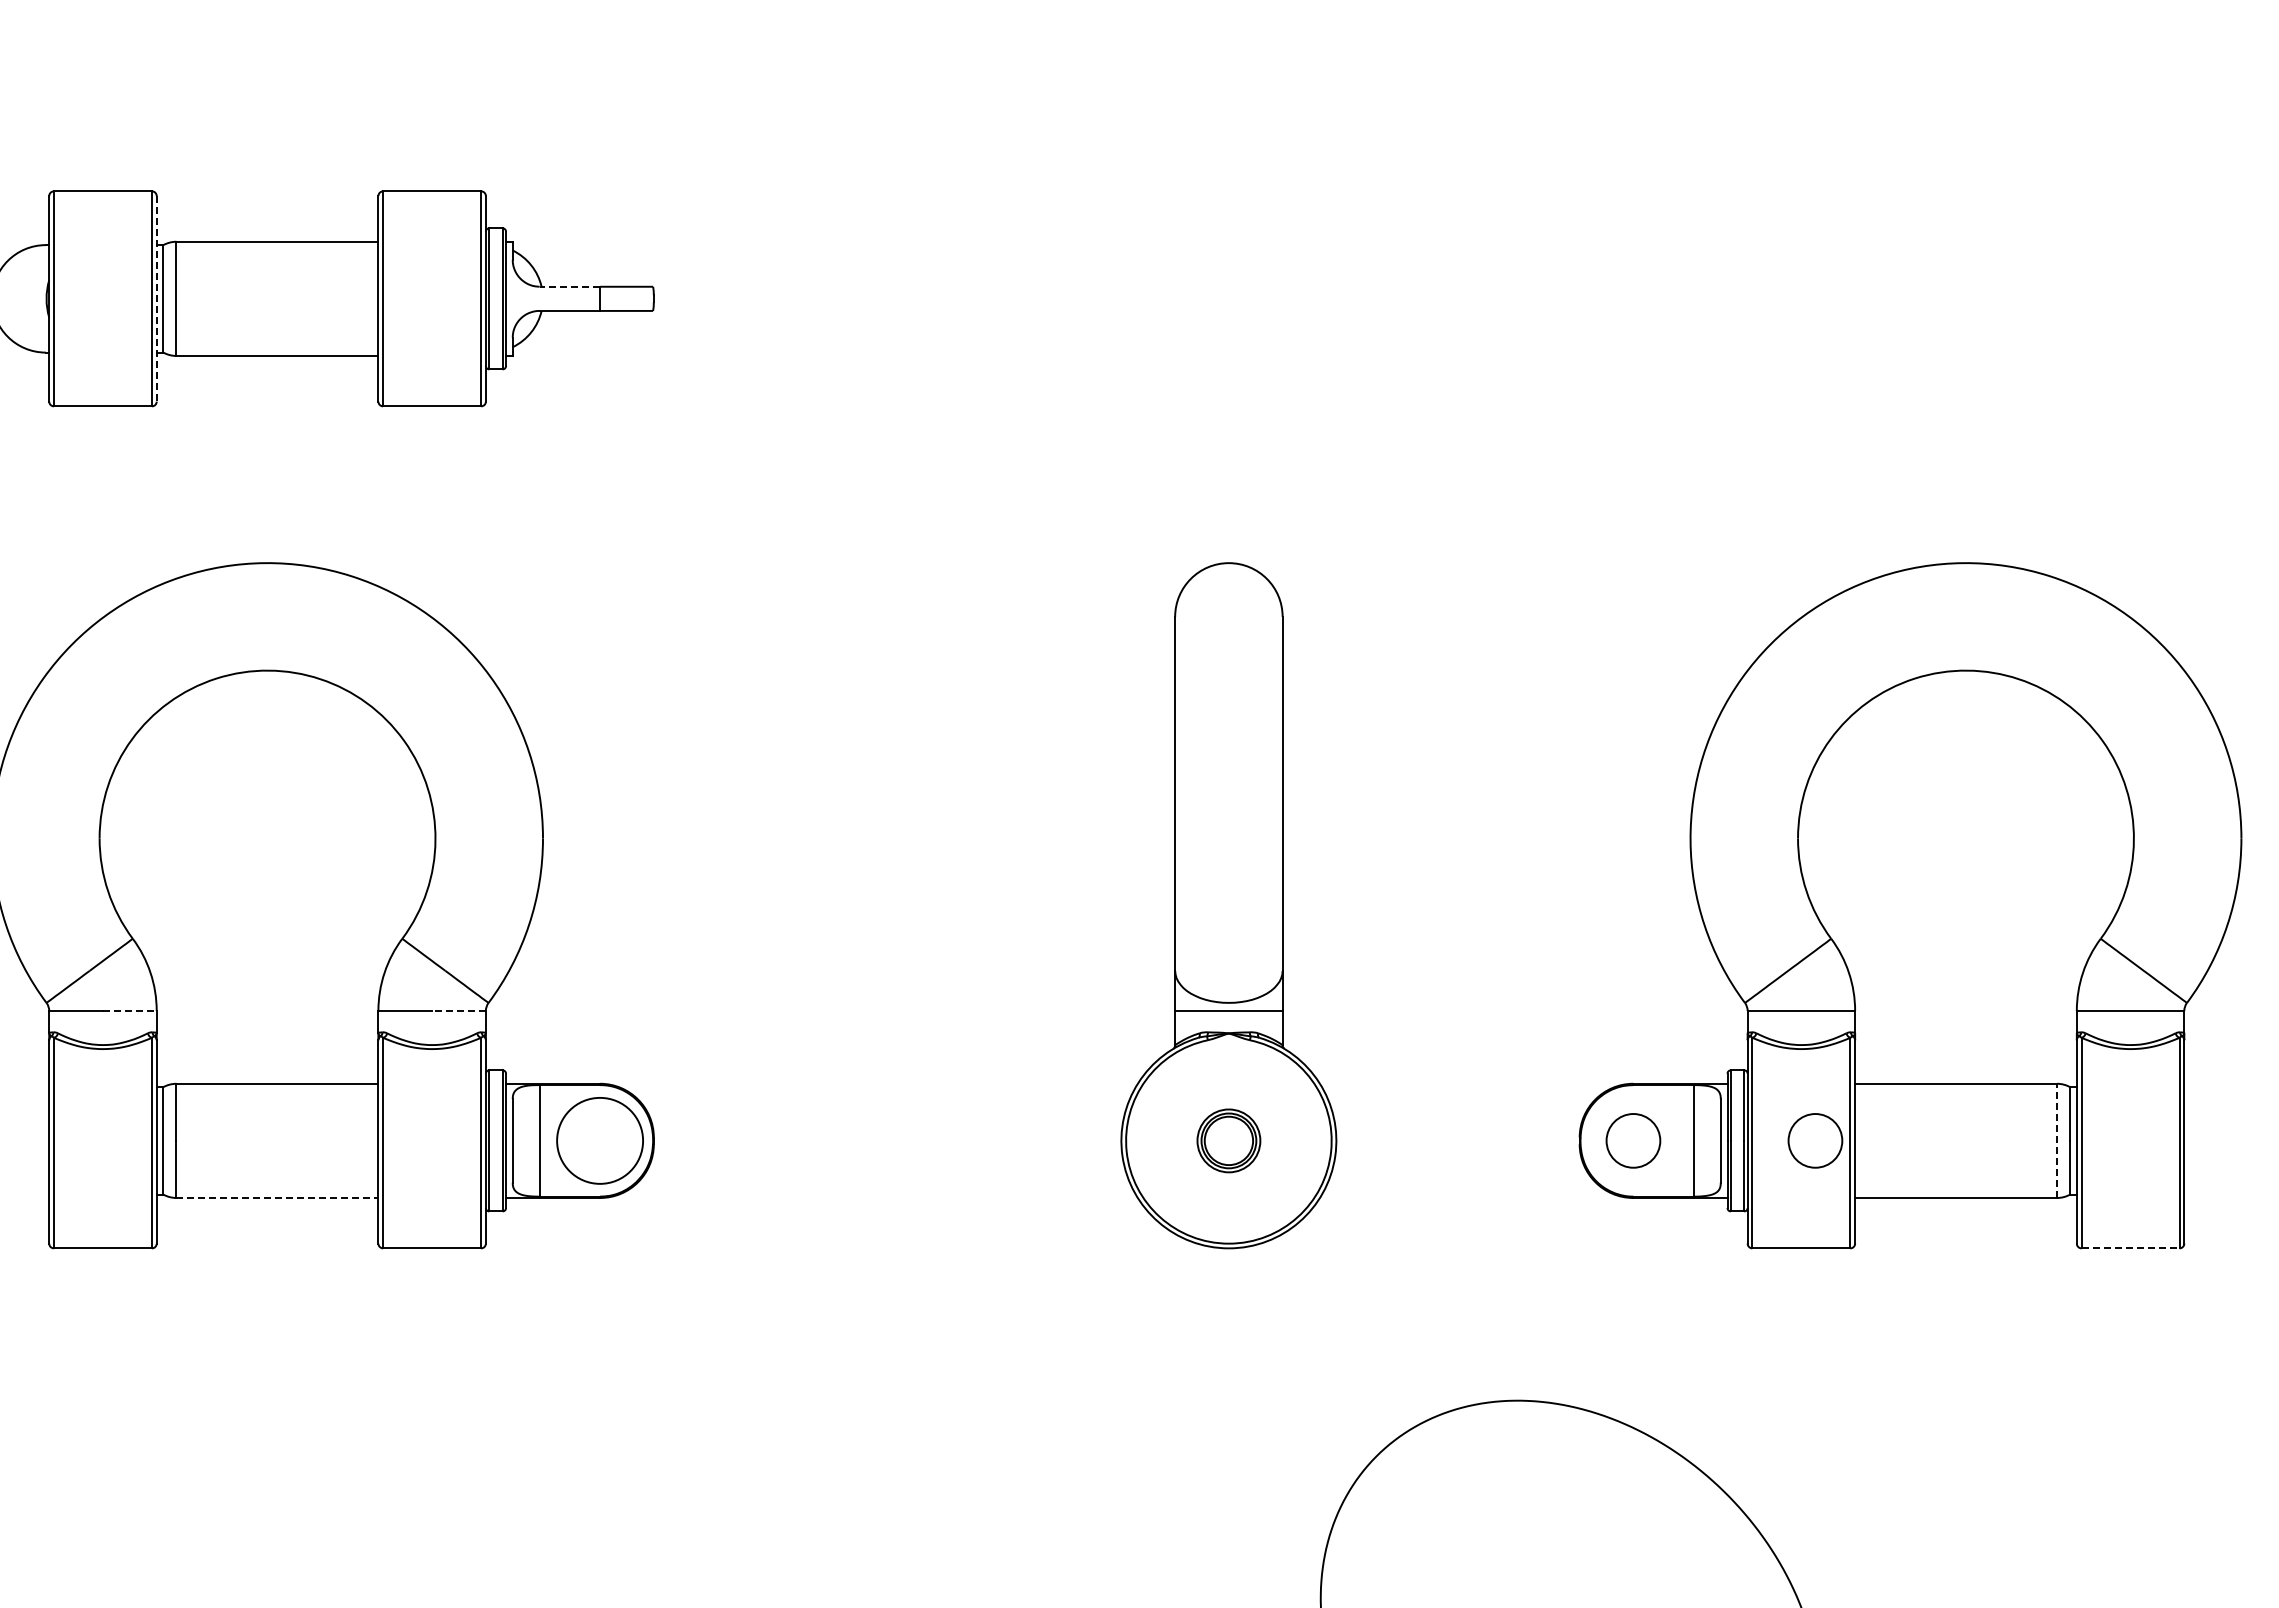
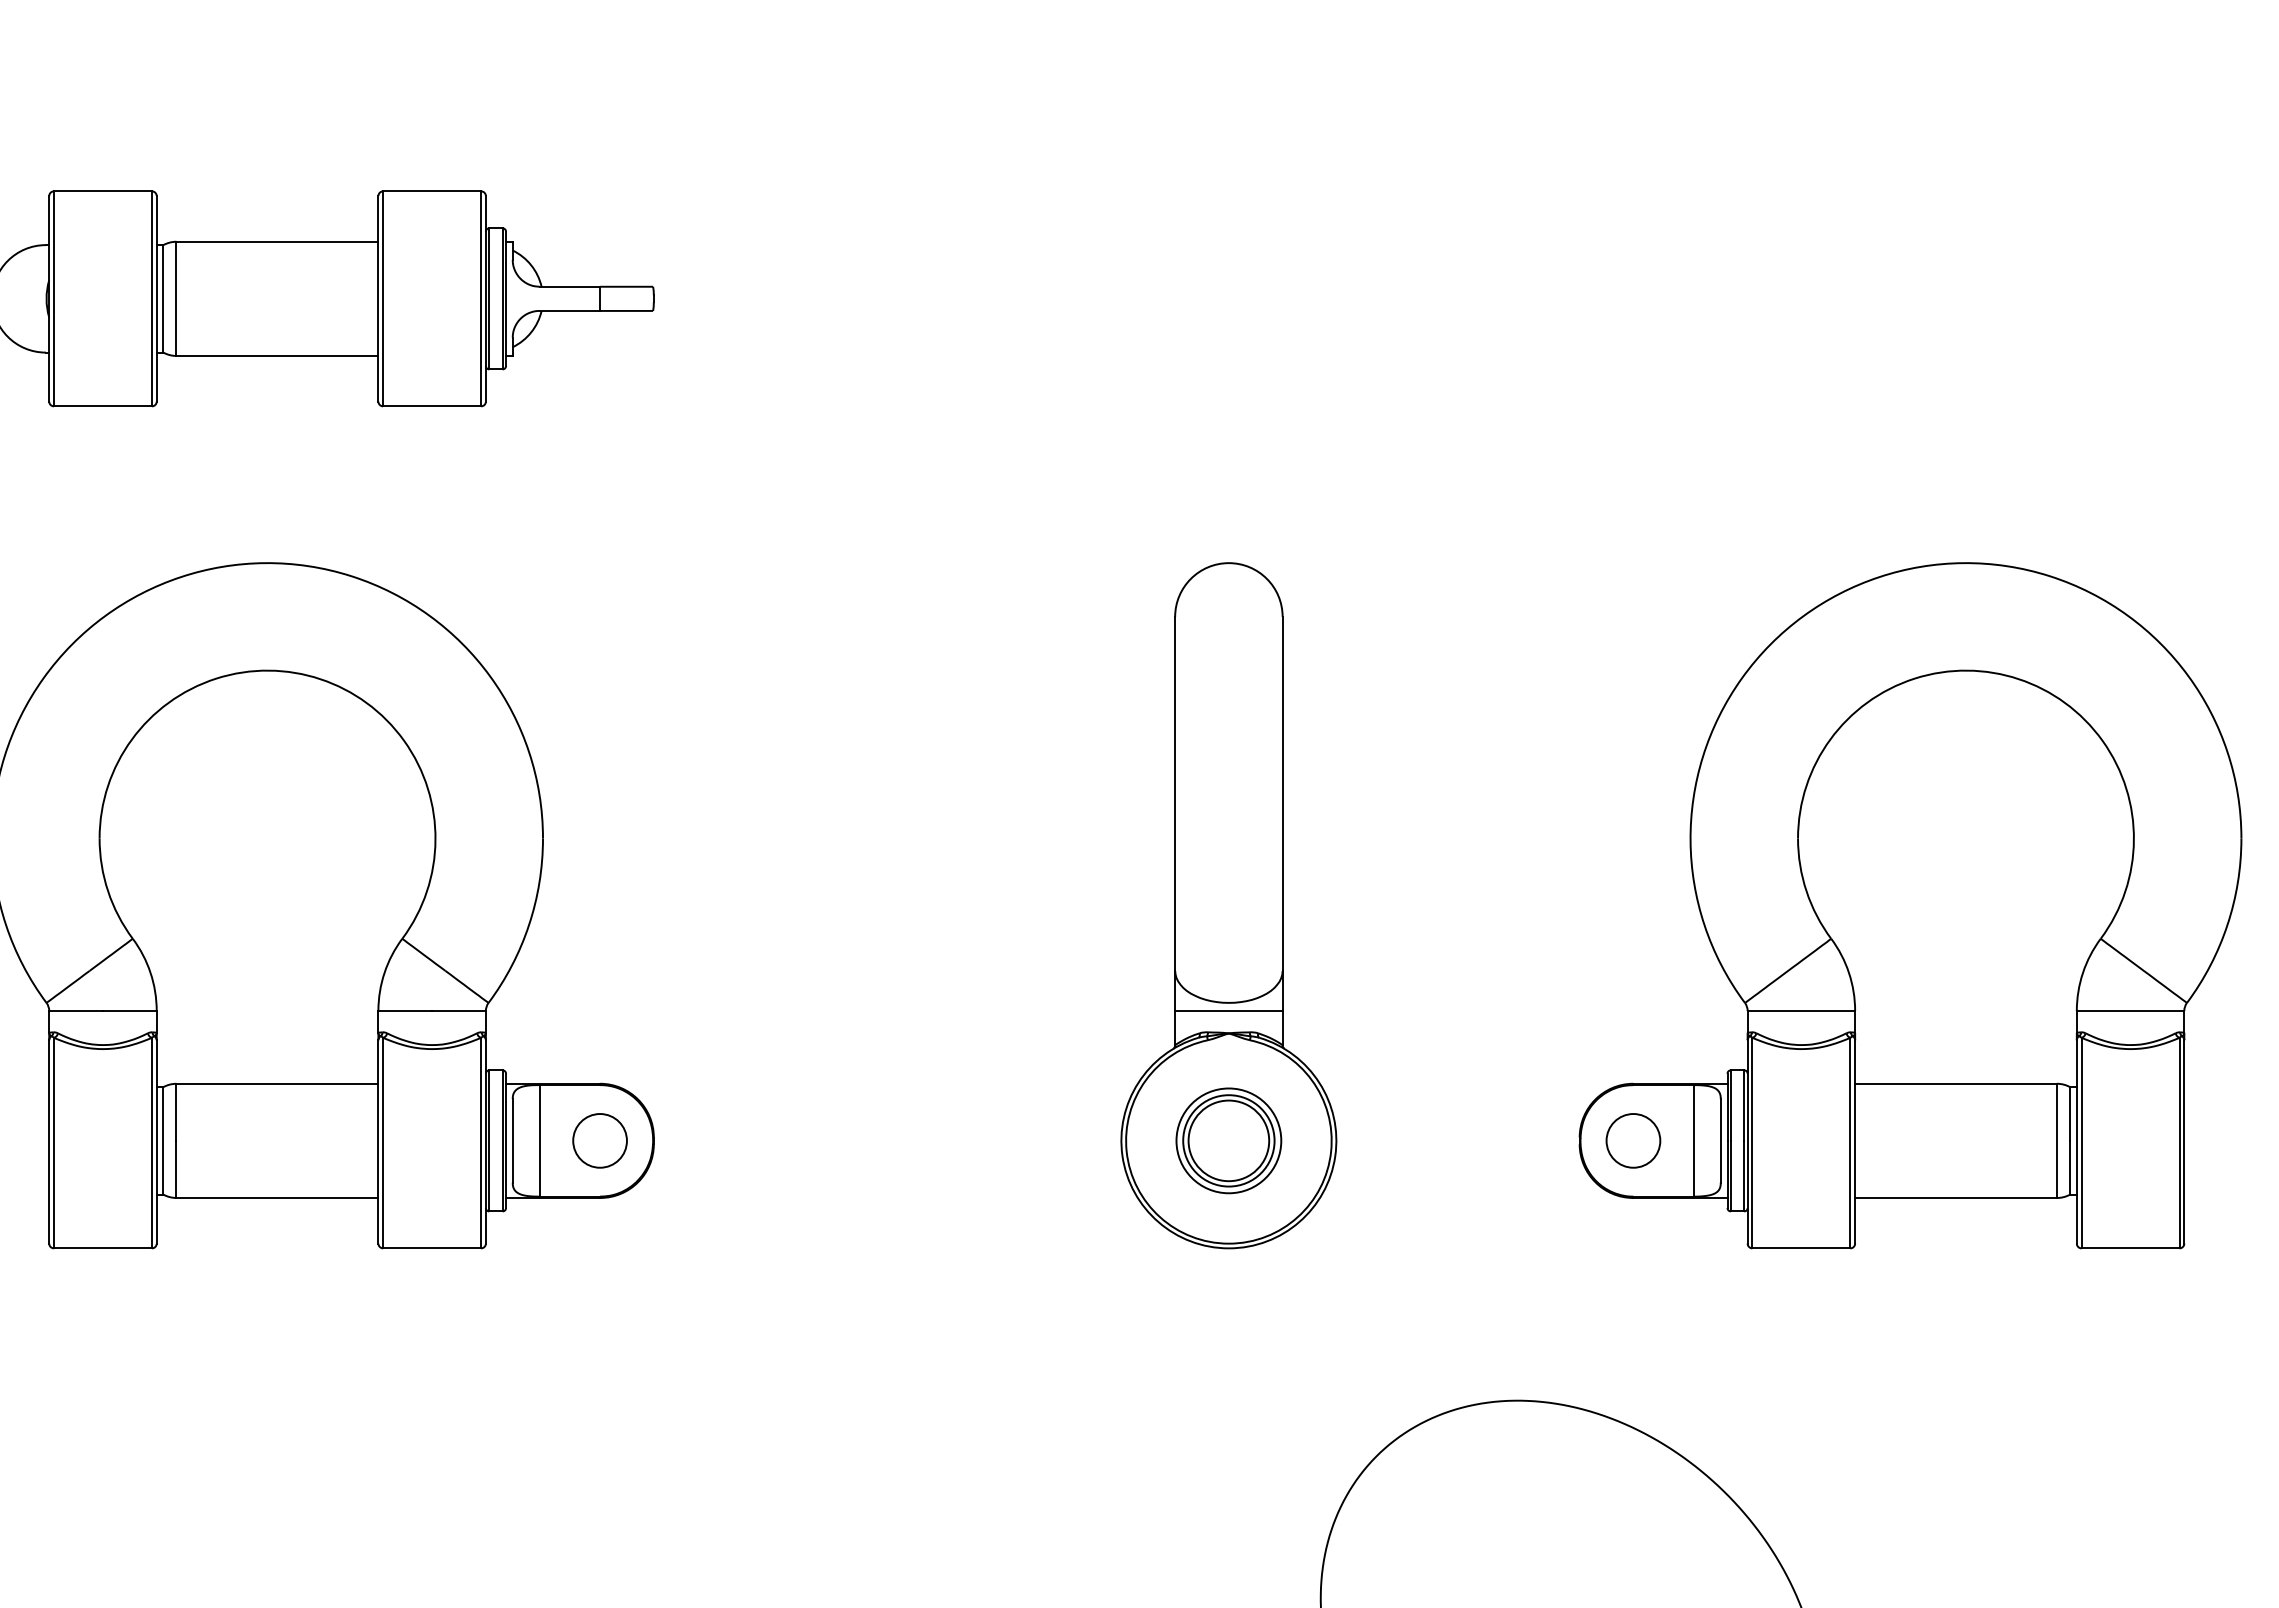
line at (569, 286): dashed -> solid
line at (156, 298): dashed -> solid
line at (129, 1010): dashed -> solid
line at (459, 1010): dashed -> solid
circle at (600, 1140) diameter: 86 px -> 54 px
part at (1228, 1140) size: 66x66 px -> 108x108 px
circle at (1815, 1140): present -> none
line at (2057, 1140): dashed -> solid
line at (277, 1197): dashed -> solid
line at (2131, 1248): dashed -> solid
